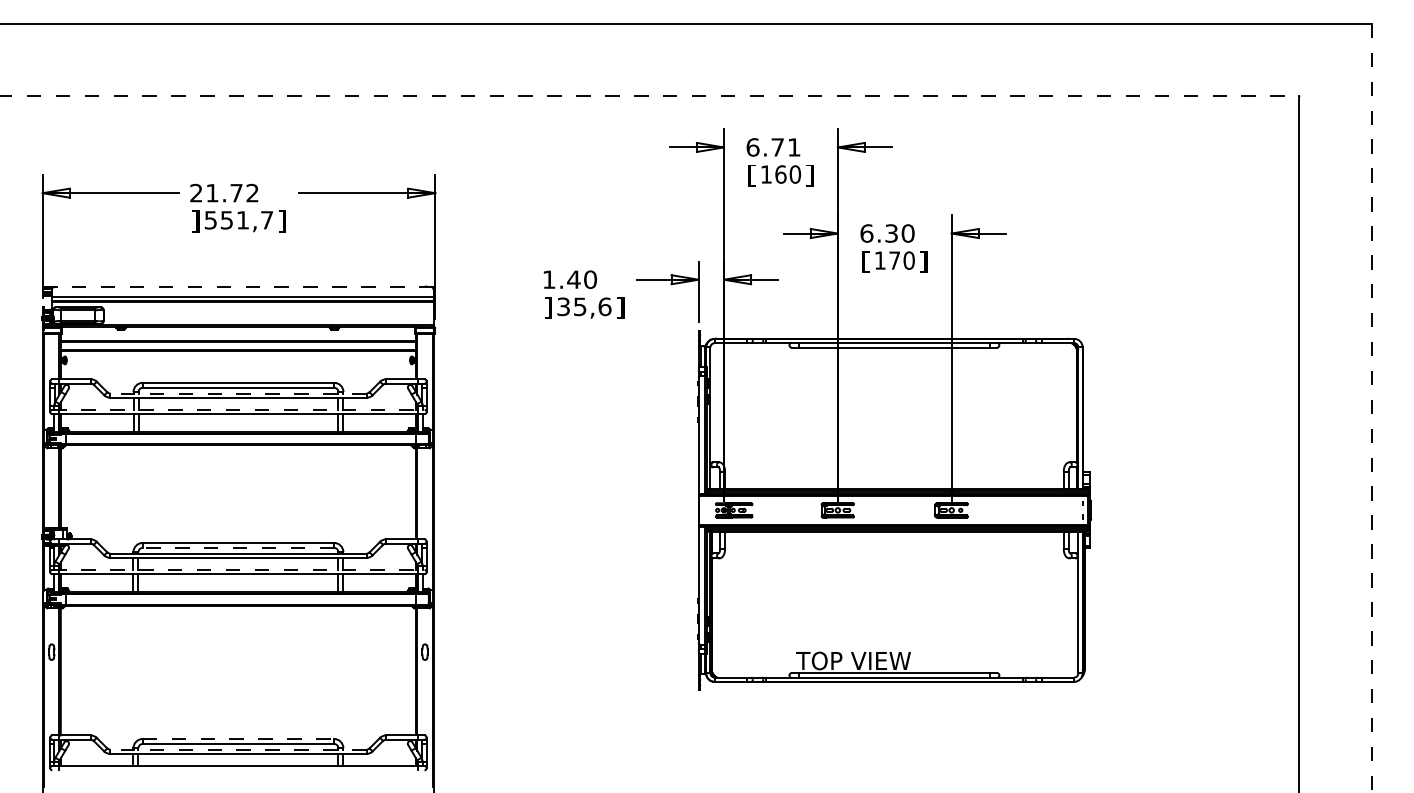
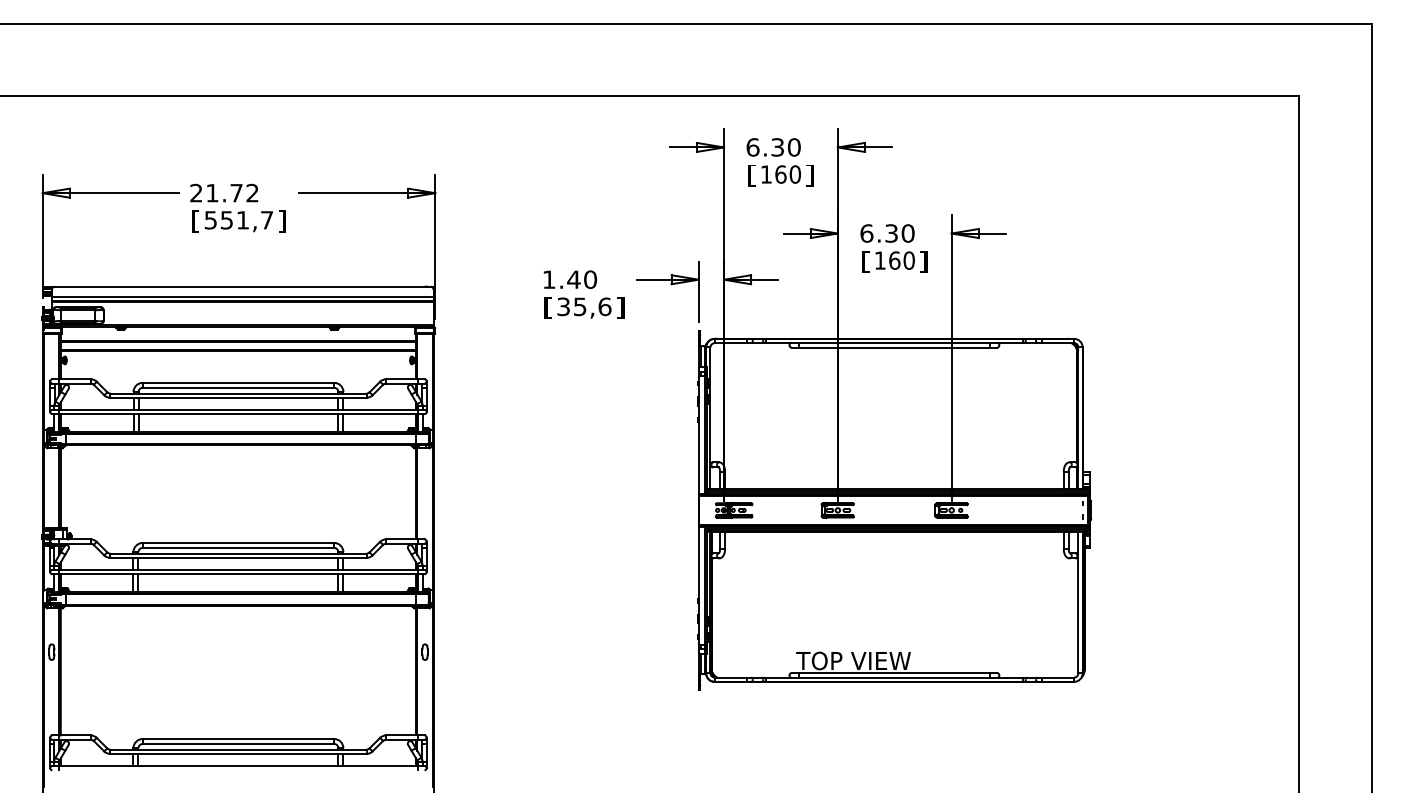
line at (650, 96): dashed -> solid
text at (785, 147): 6.71 -> 6.30
text at (195, 221): ] -> [
text at (894, 260): 170 -> 160
line at (238, 286): dashed -> solid
text at (547, 307): ] -> [
line at (237, 393): dashed -> solid
line at (1371, 408): dashed -> solid
line at (238, 409): dashed -> solid
line at (238, 547): dashed -> solid
line at (238, 569): dashed -> solid
line at (238, 739): dashed -> solid
line at (237, 749): dashed -> solid
